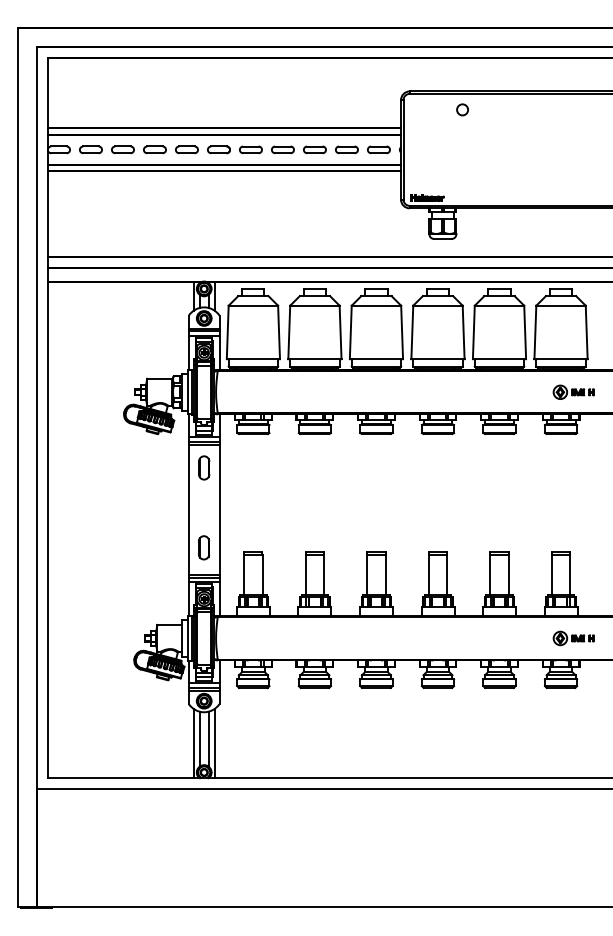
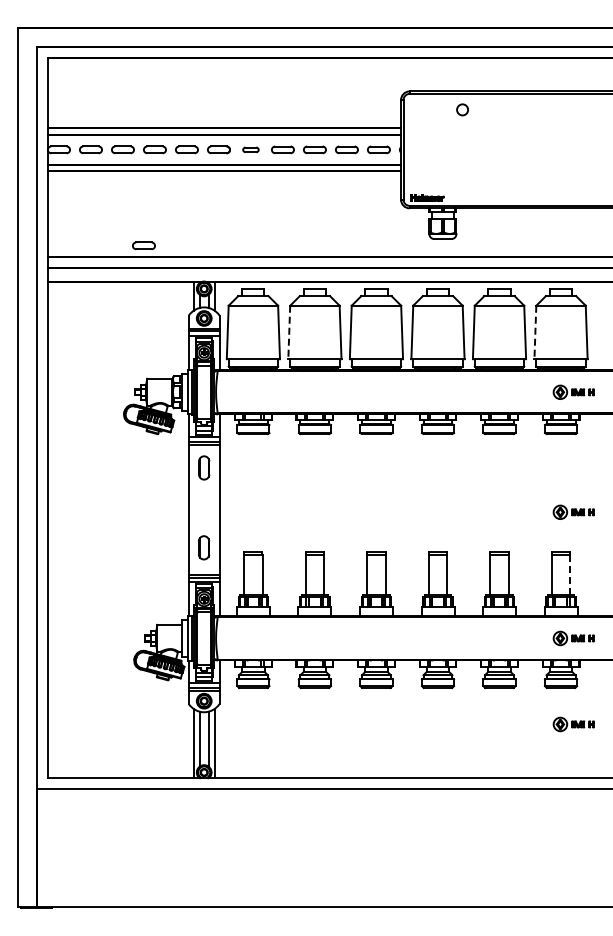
part at (250, 149) size: 24x10 px -> 18x7 px
part at (143, 245): none -> present
line at (289, 332): solid -> dashed
line at (535, 332): solid -> dashed
part at (573, 511): none -> present
line at (570, 575): solid -> dashed
part at (573, 724): none -> present
